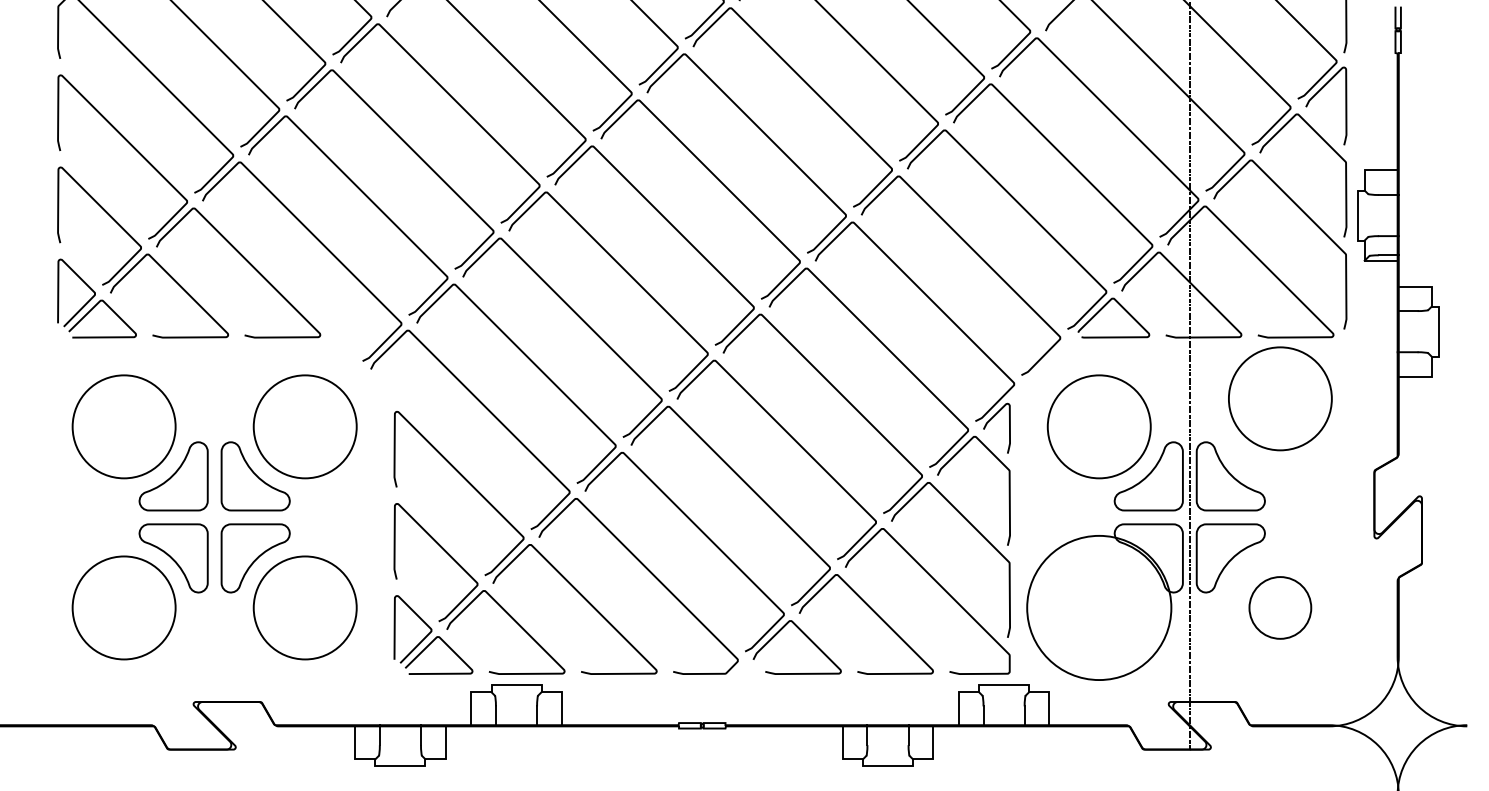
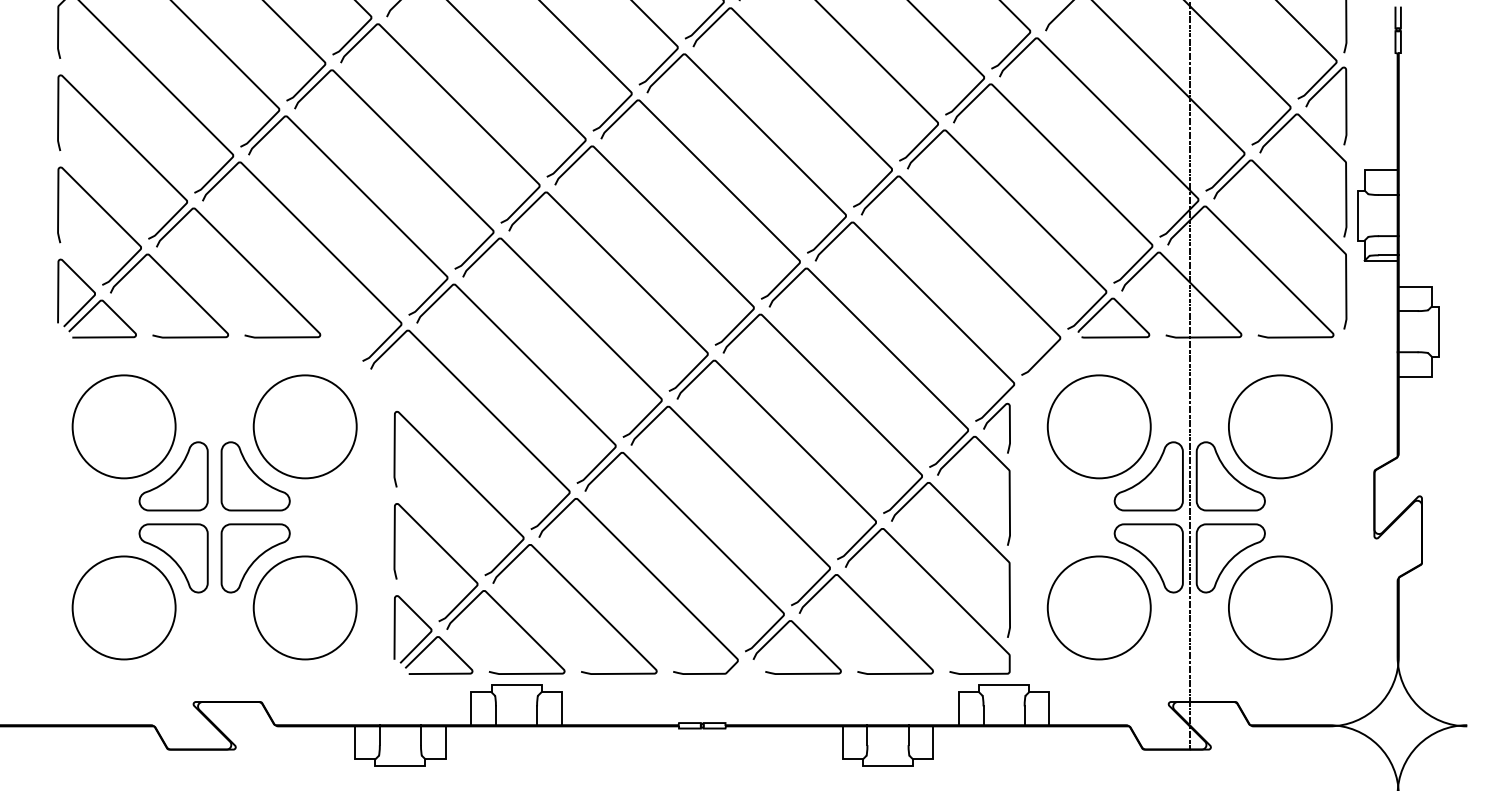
circle at (1280, 398) position: (1280, 398) -> (1280, 426)
circle at (1099, 607) diameter: 144 px -> 103 px
circle at (1280, 607) diameter: 62 px -> 103 px
